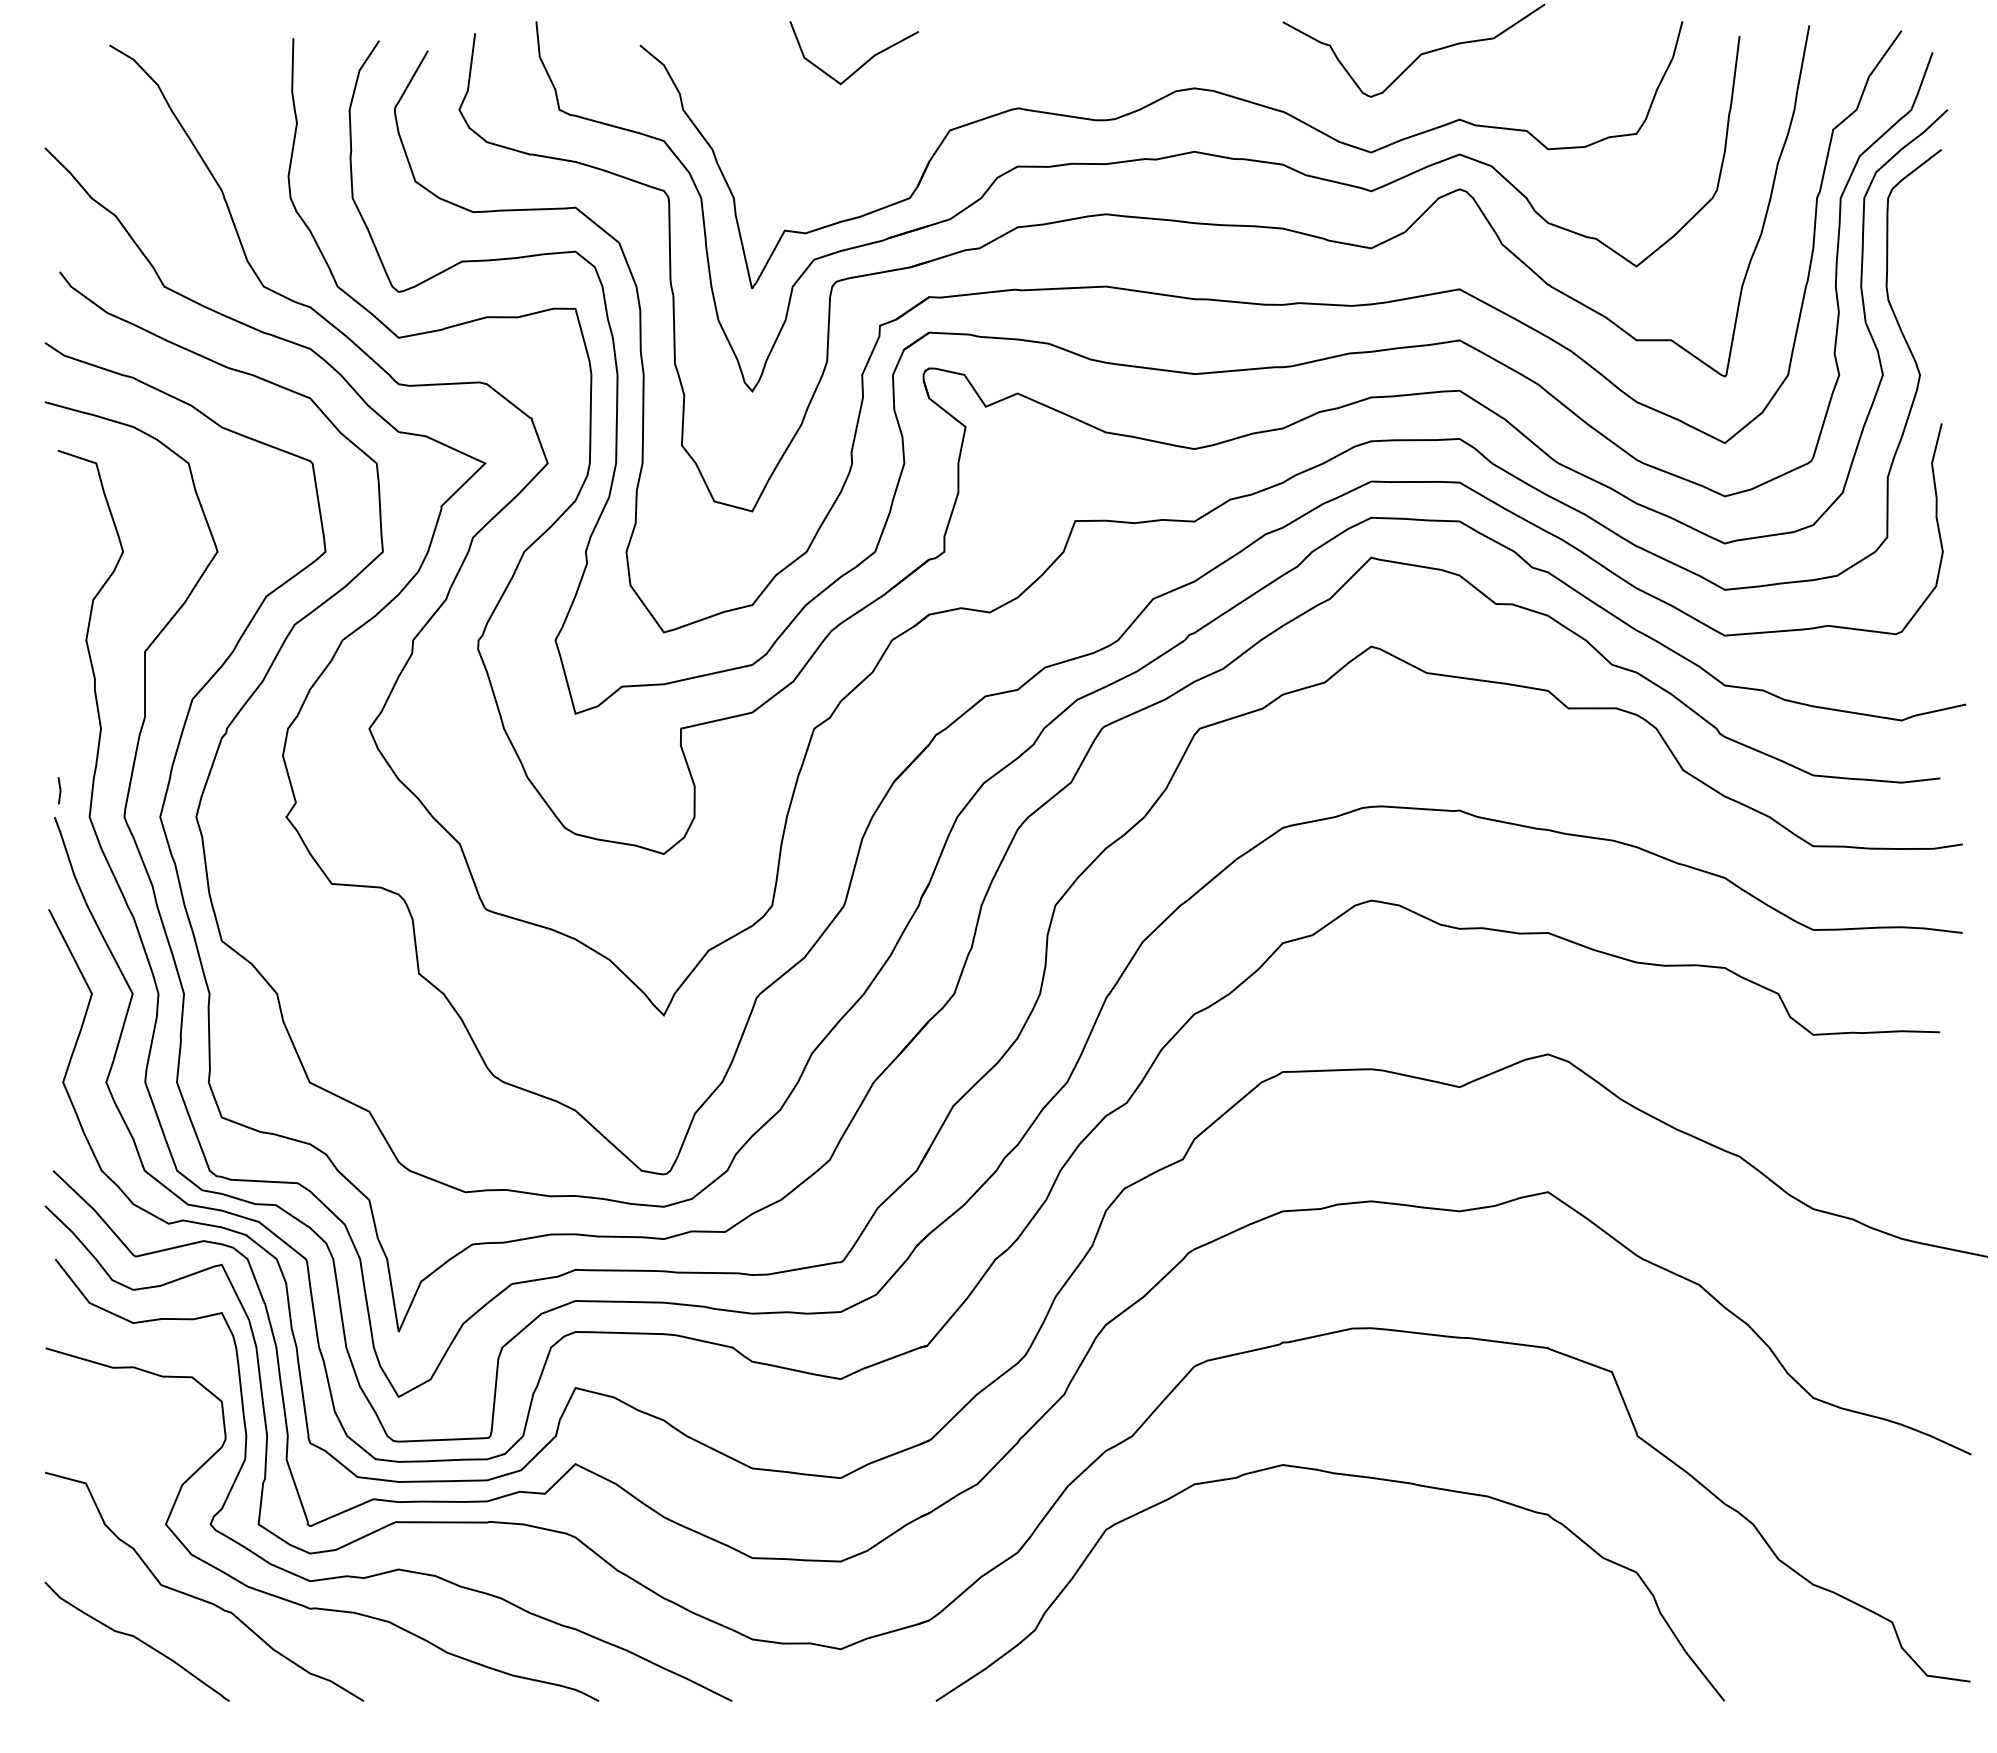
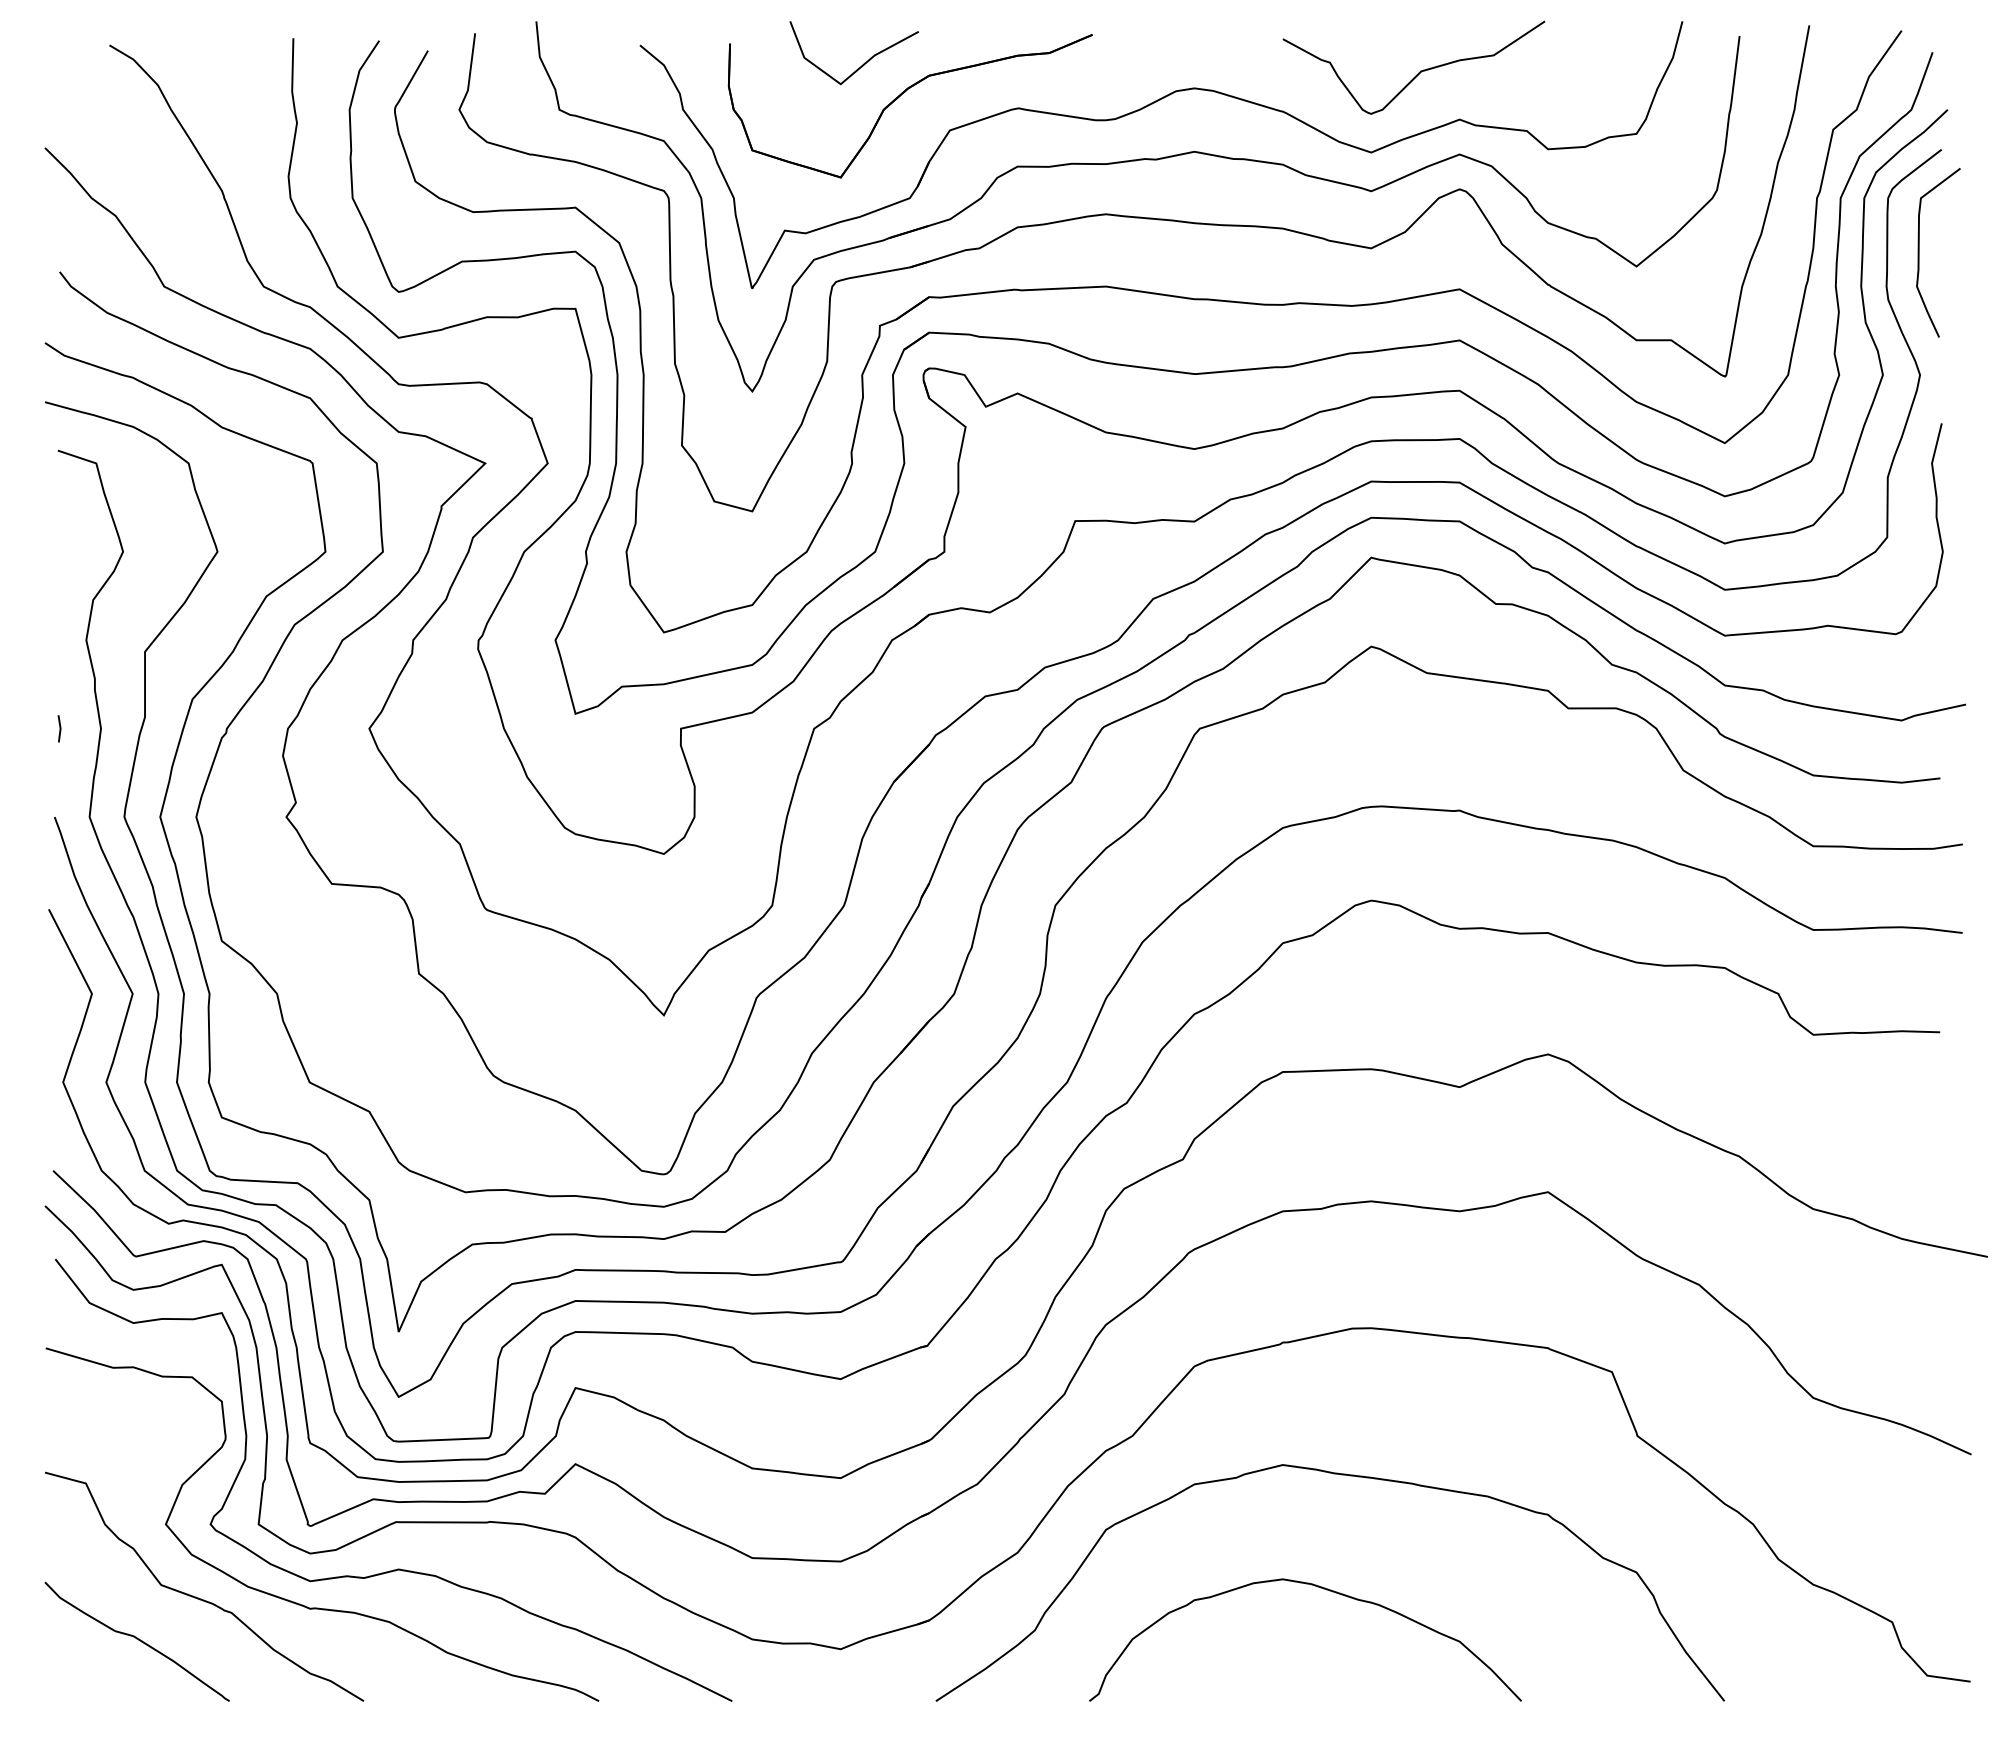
curve at (1418, 55) position: (1418, 55) -> (1418, 72)
part at (900, 96): none -> present
curve at (1919, 252): none -> present
line at (59, 790) position: (59, 790) -> (59, 728)
curve at (1323, 1589): none -> present
